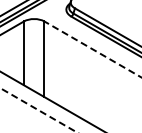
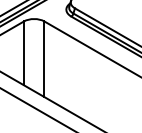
line at (92, 49): dashed -> solid
line at (38, 110): dashed -> solid
